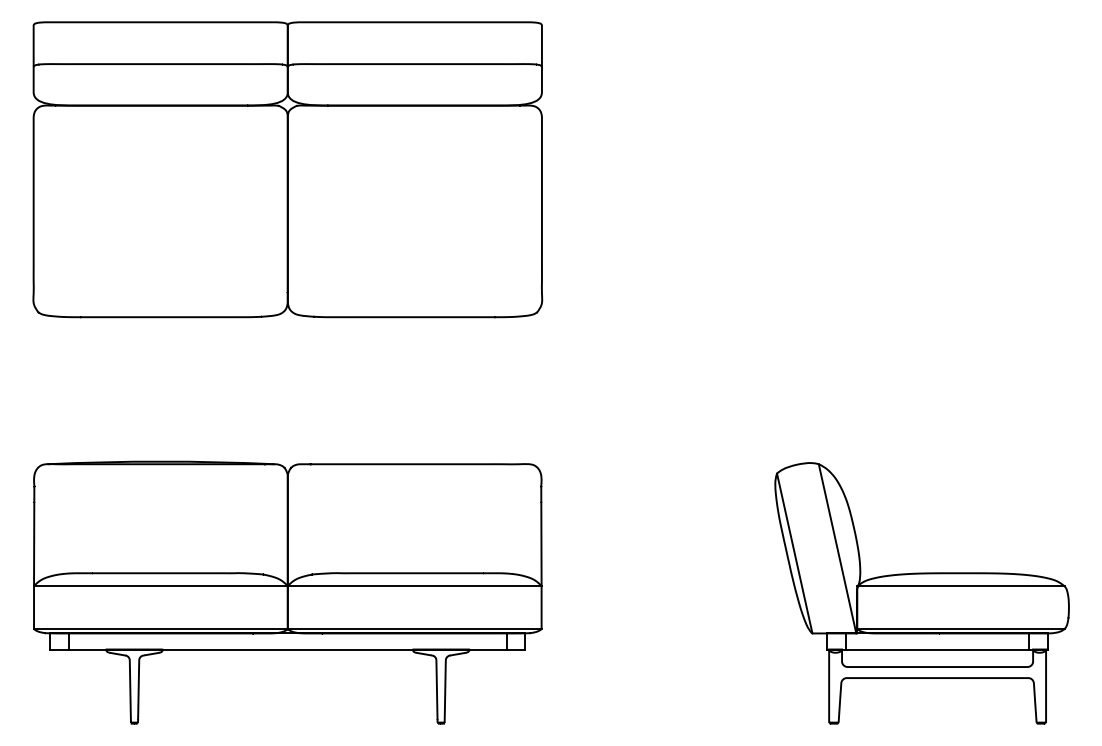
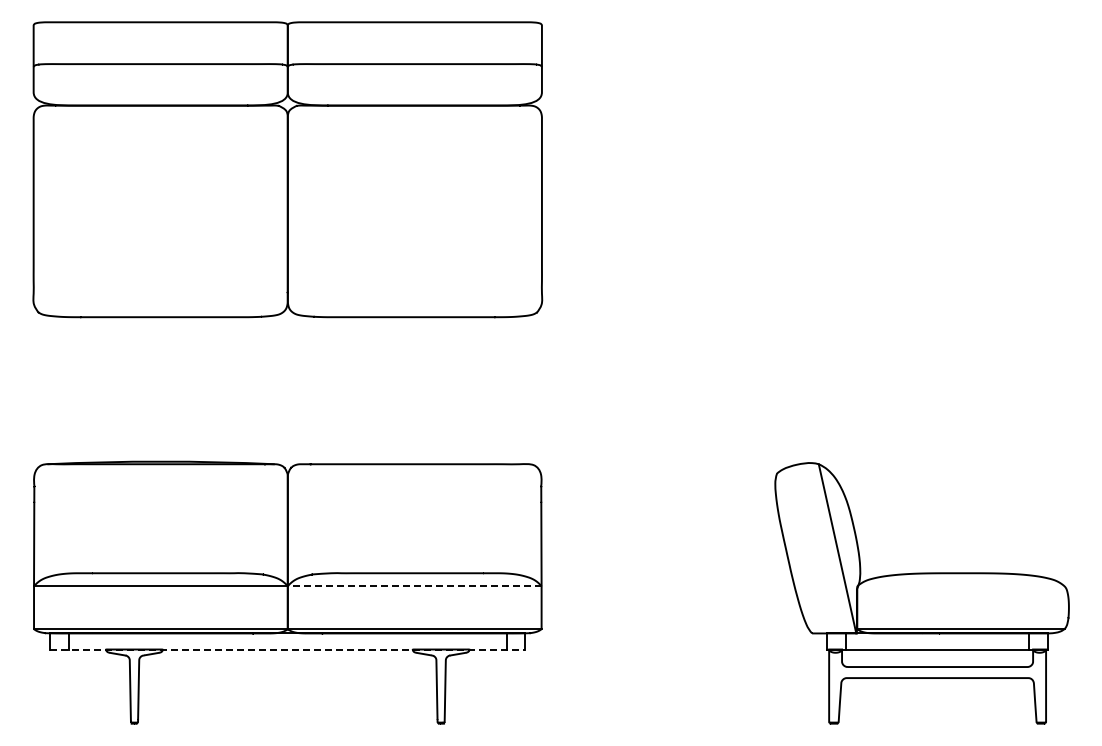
line at (794, 553): present -> none
line at (414, 586): solid -> dashed
line at (960, 586): present -> none
line at (288, 649): solid -> dashed
